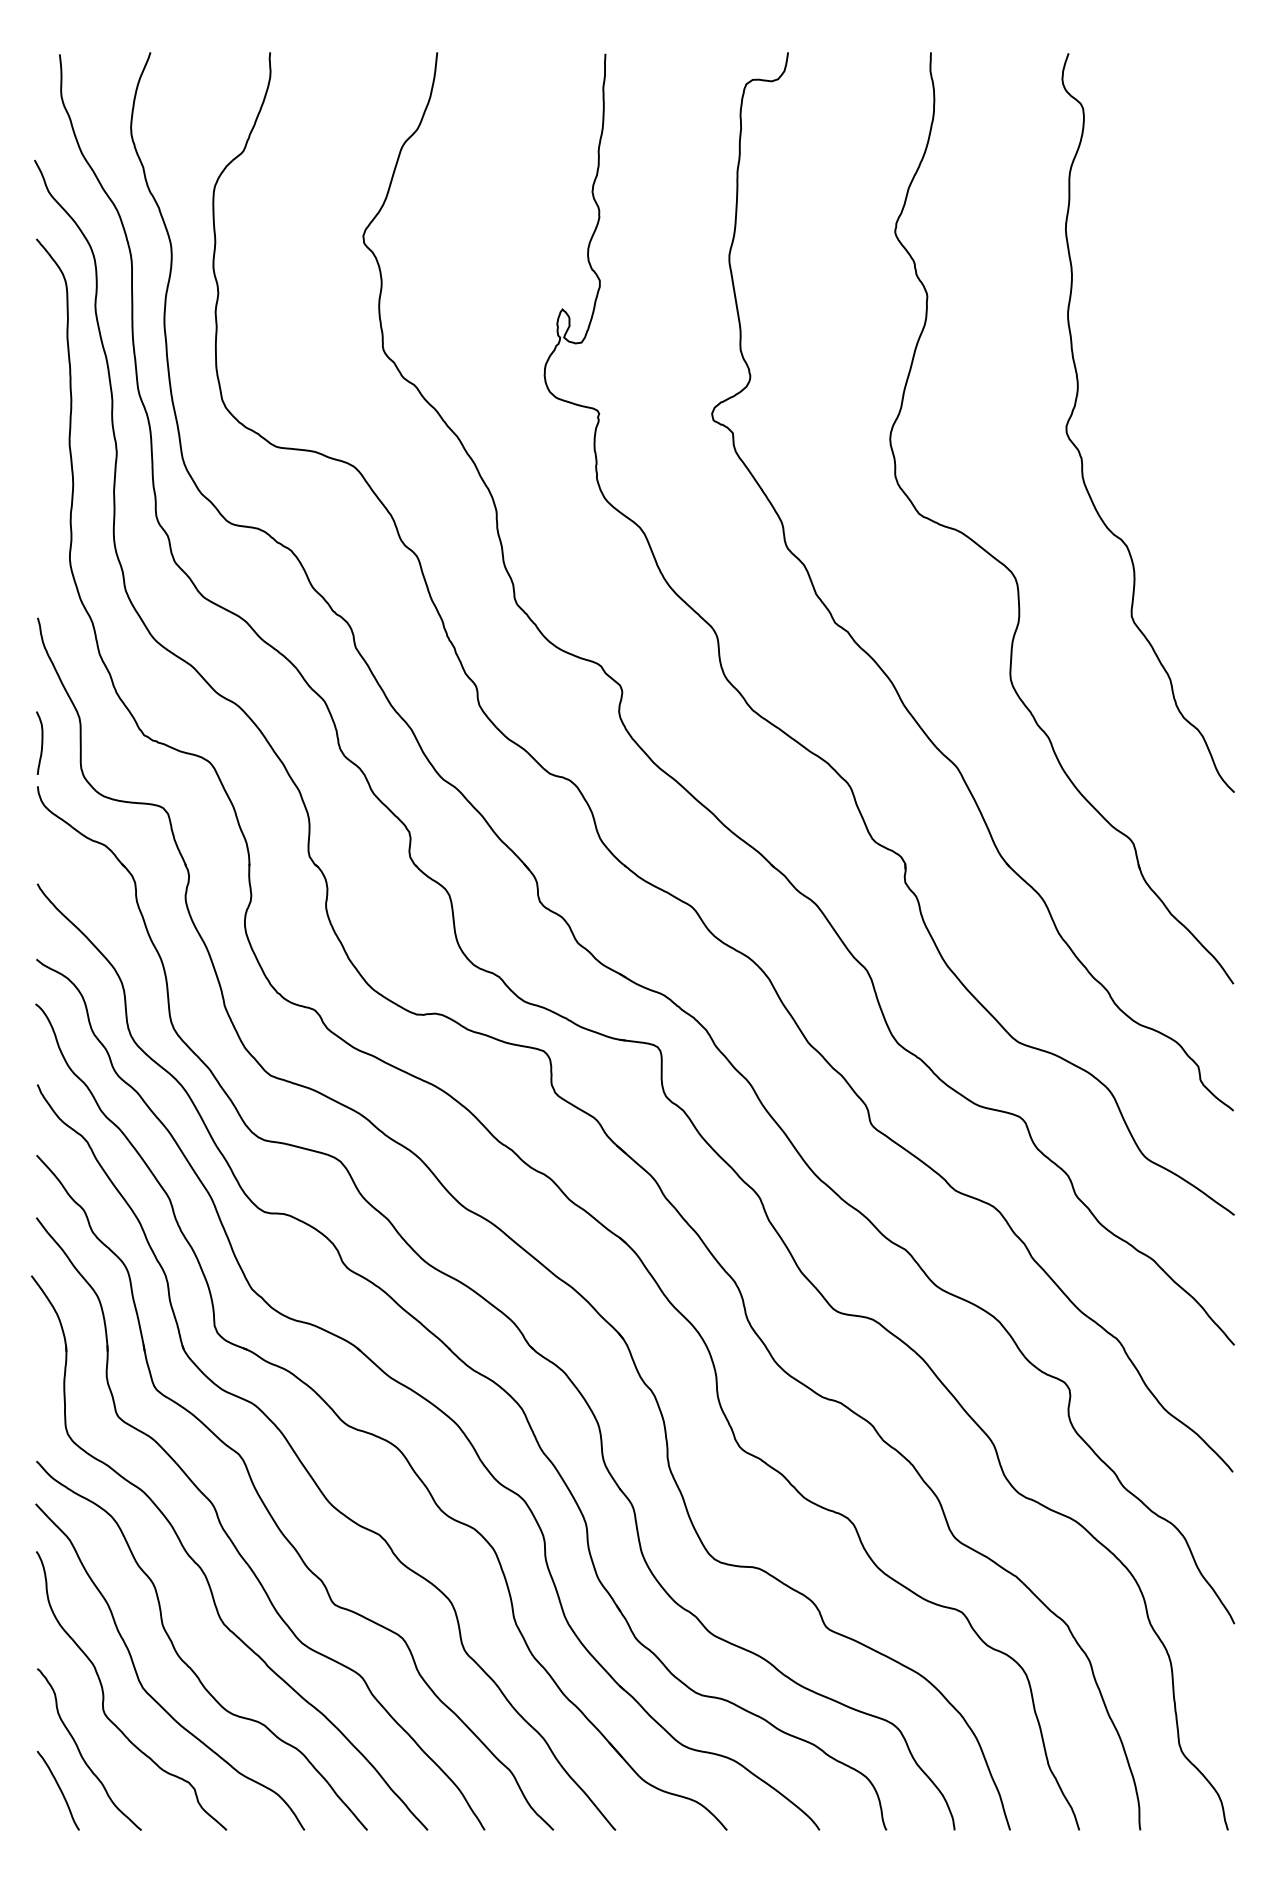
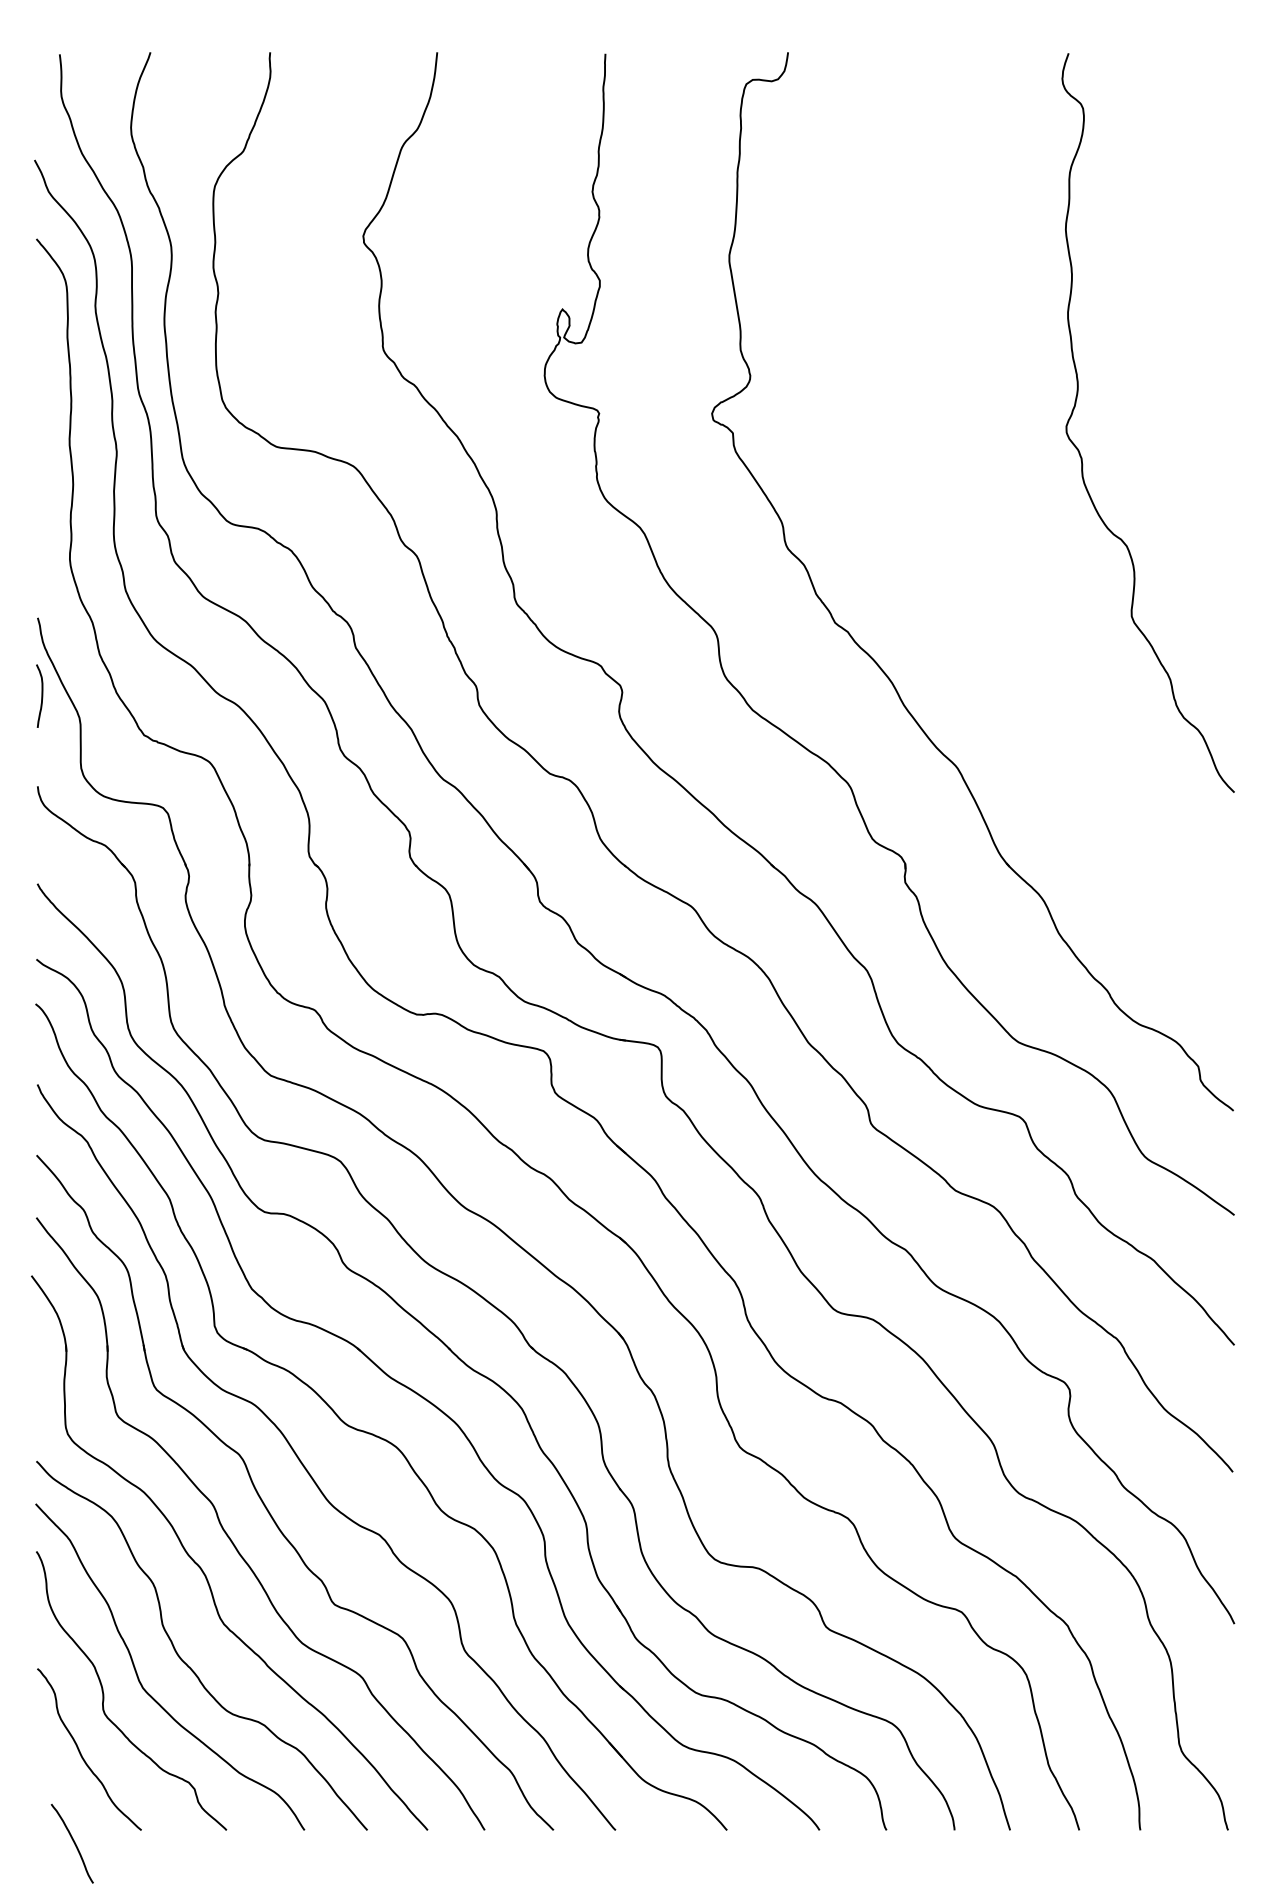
part at (1010, 569): present -> none
curve at (41, 742) position: (41, 742) -> (41, 695)
curve at (58, 1788) position: (58, 1788) -> (72, 1841)
